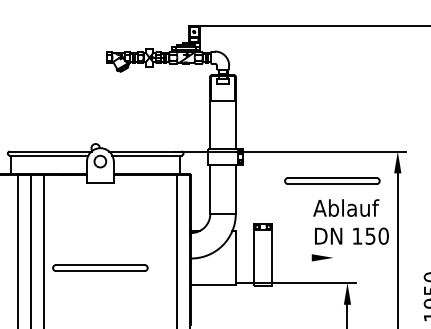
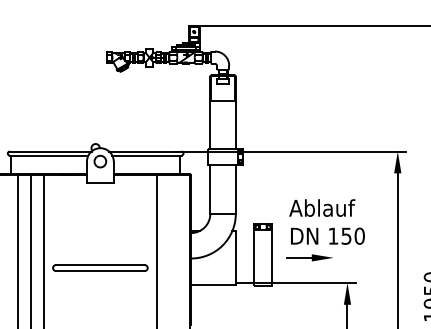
part at (332, 180): present -> none
text at (350, 221) position: (350, 221) -> (326, 221)
line at (176, 249) position: (176, 249) -> (156, 249)
line at (298, 257): none -> present
